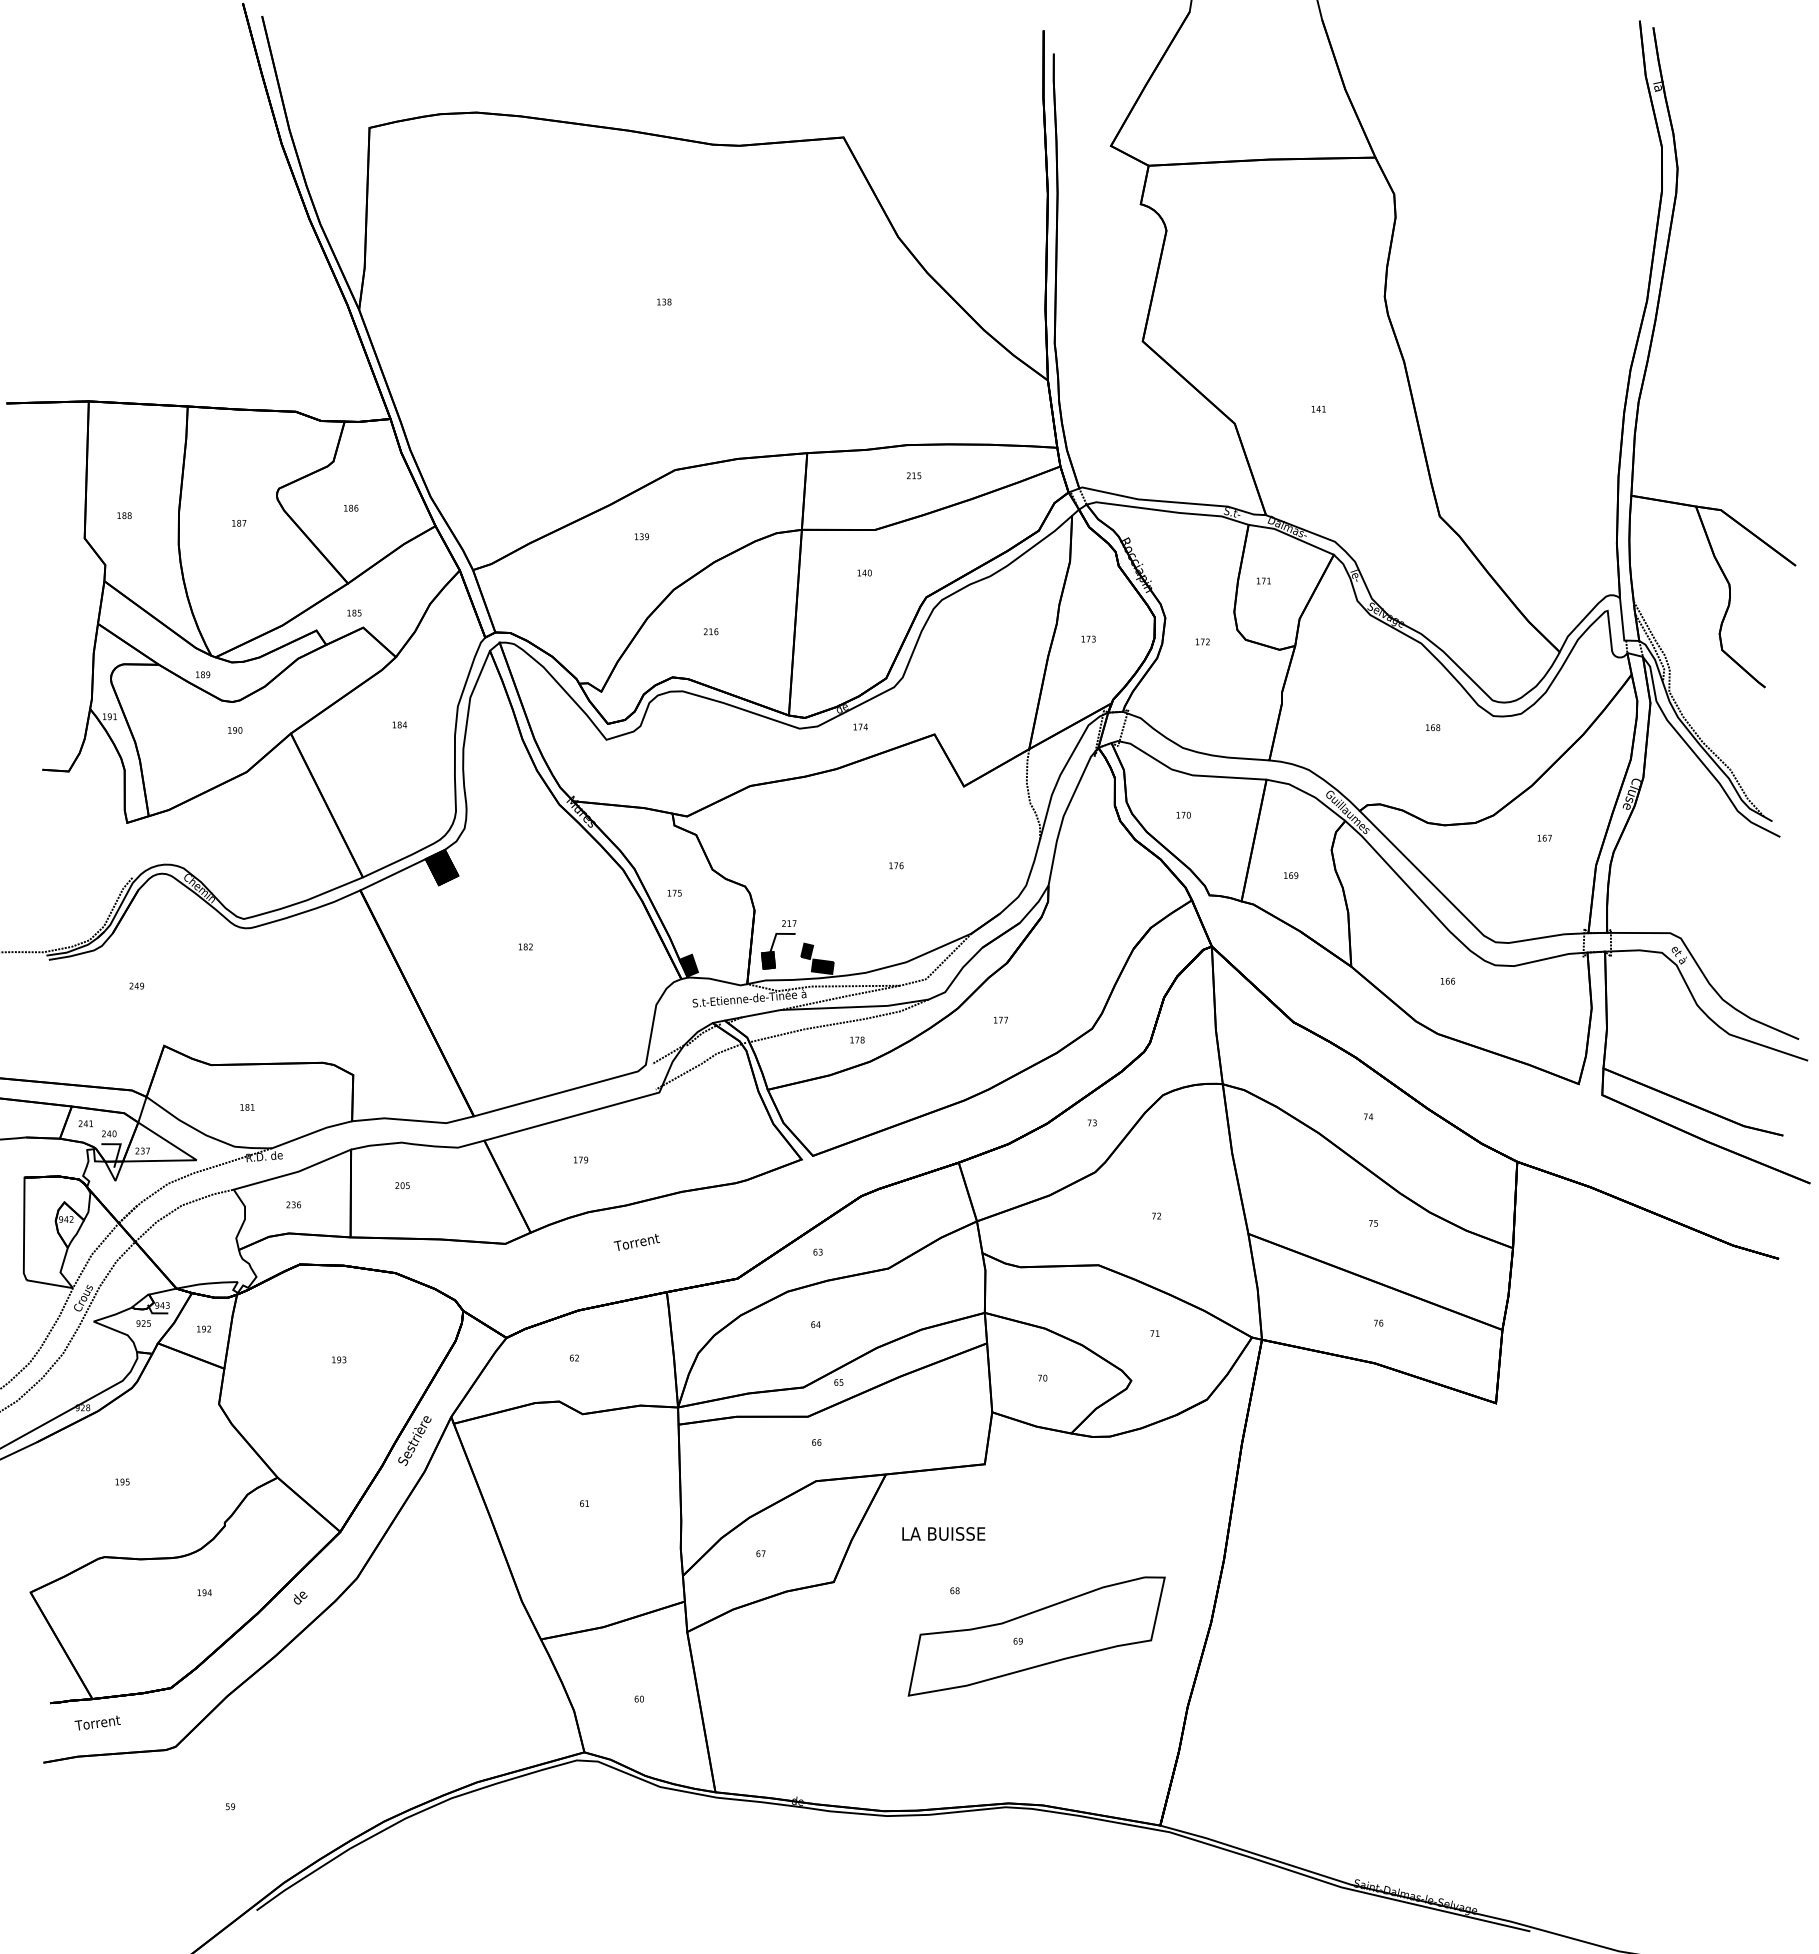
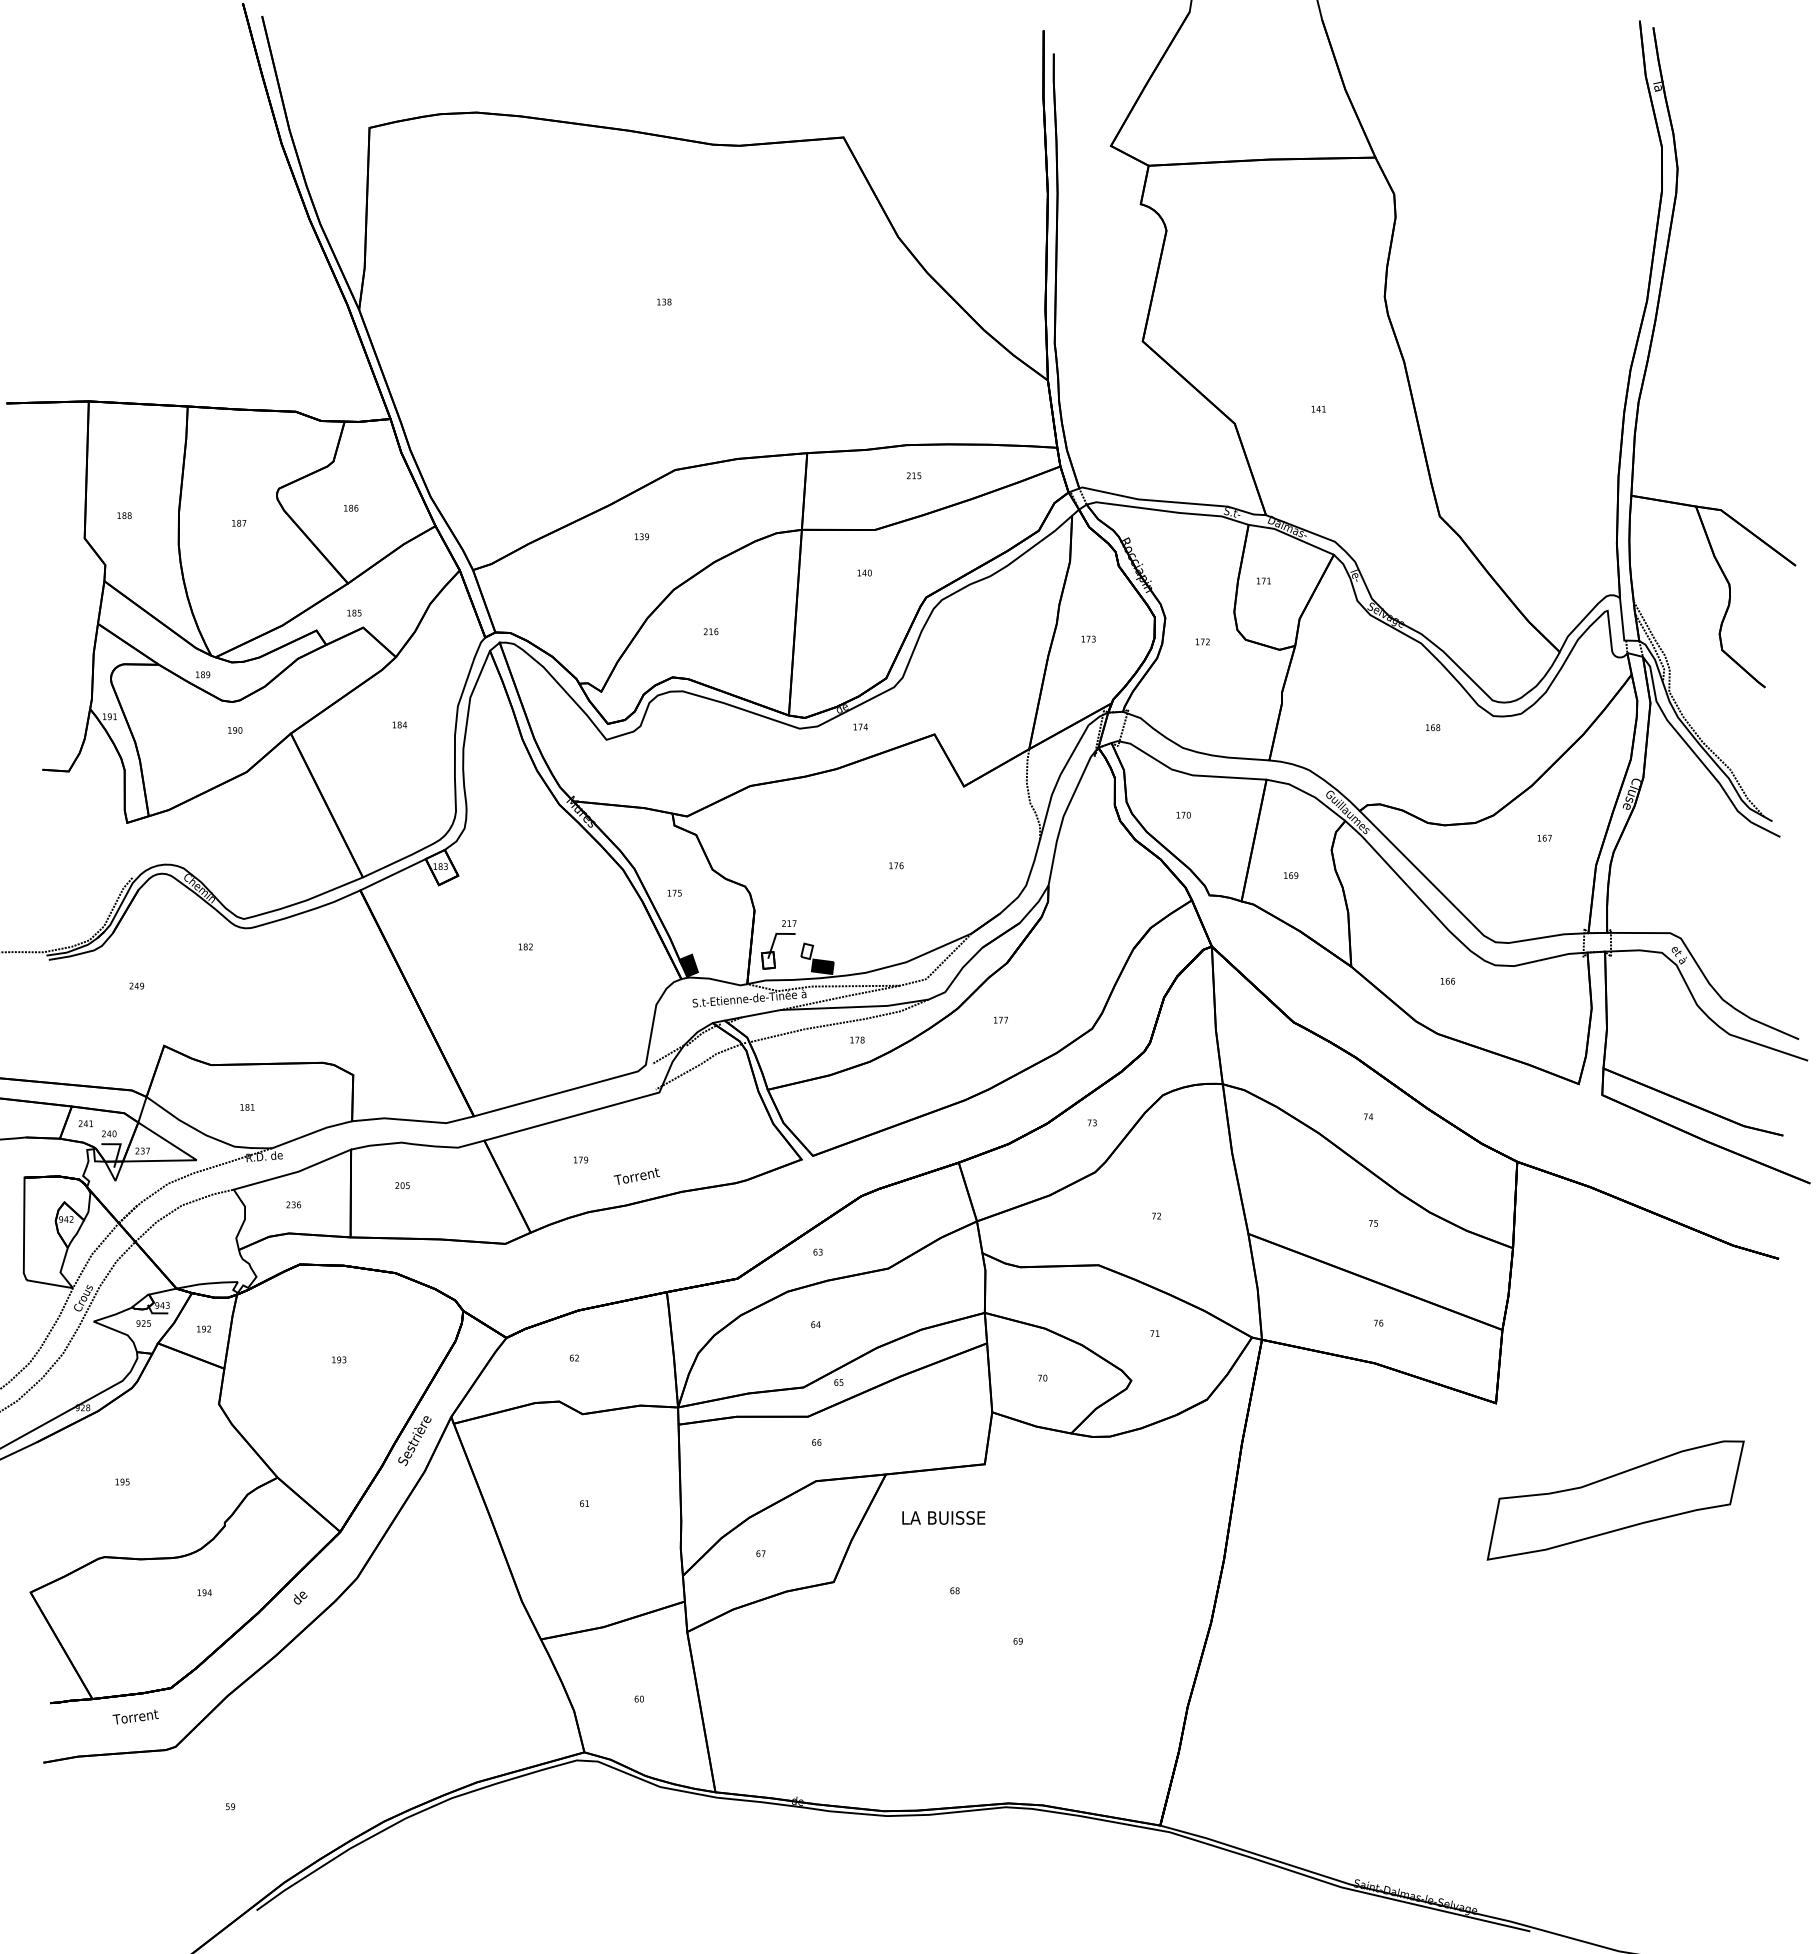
fill at (441, 867): present -> none
fill at (807, 951): present -> none
fill at (768, 960): present -> none
text at (636, 1242) position: (636, 1242) -> (636, 1176)
text at (943, 1533) position: (943, 1533) -> (943, 1517)
part at (1036, 1636) position: (1036, 1636) -> (1615, 1500)
text at (97, 1722) position: (97, 1722) -> (135, 1716)
